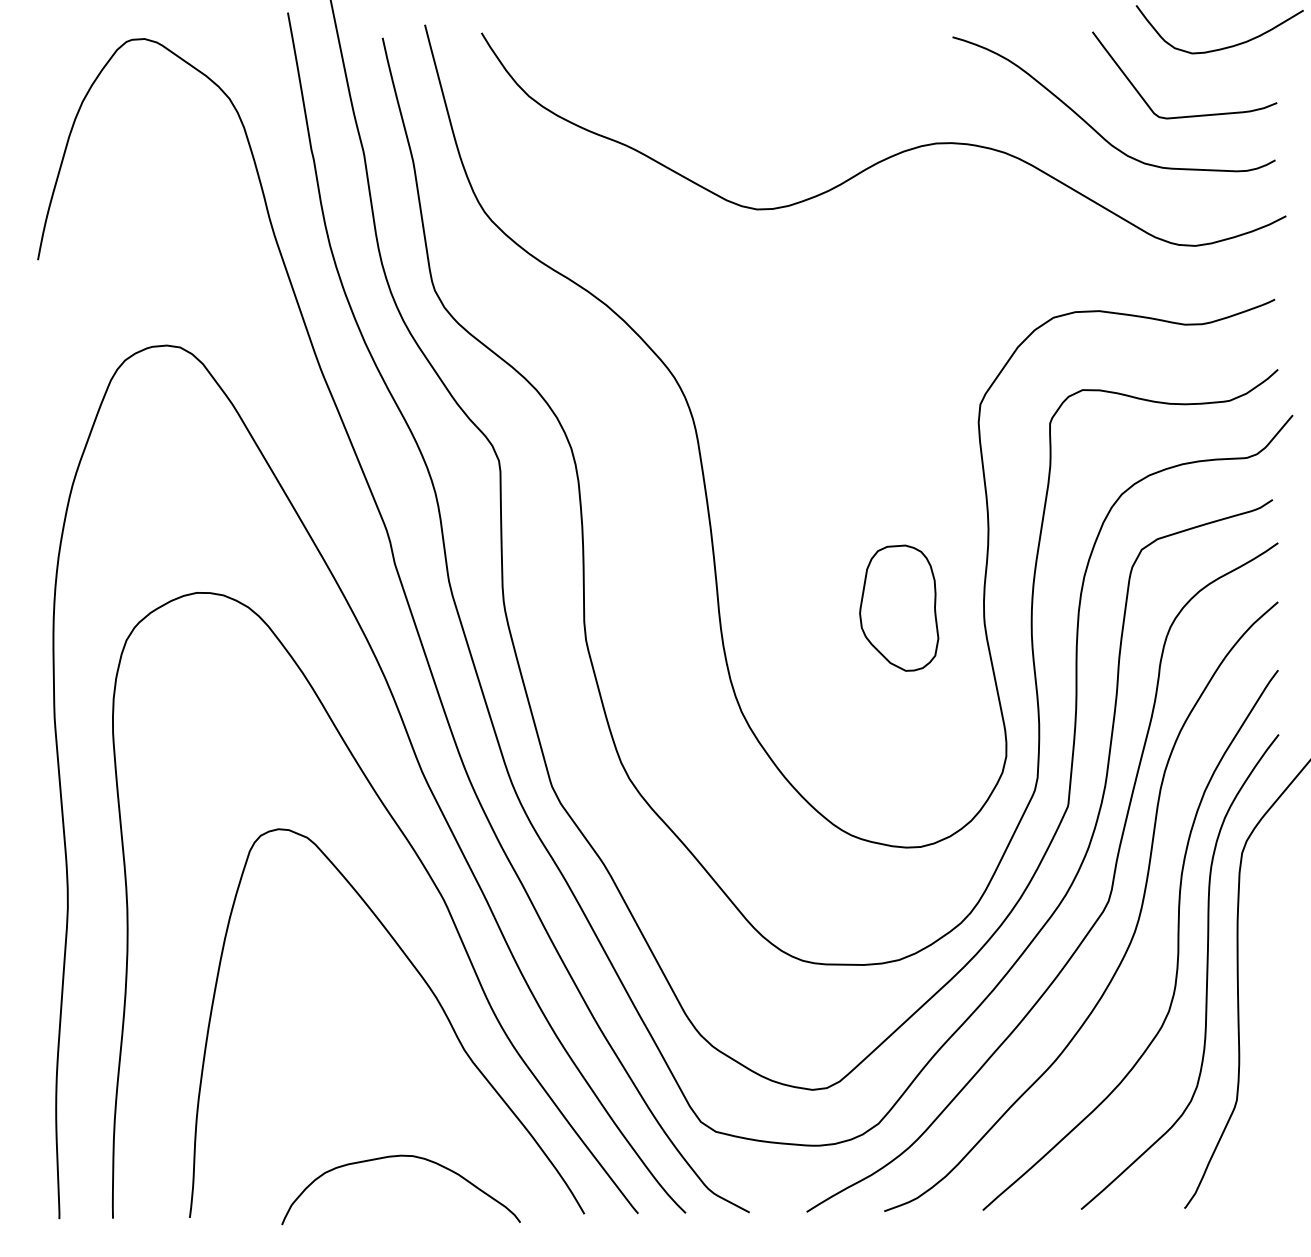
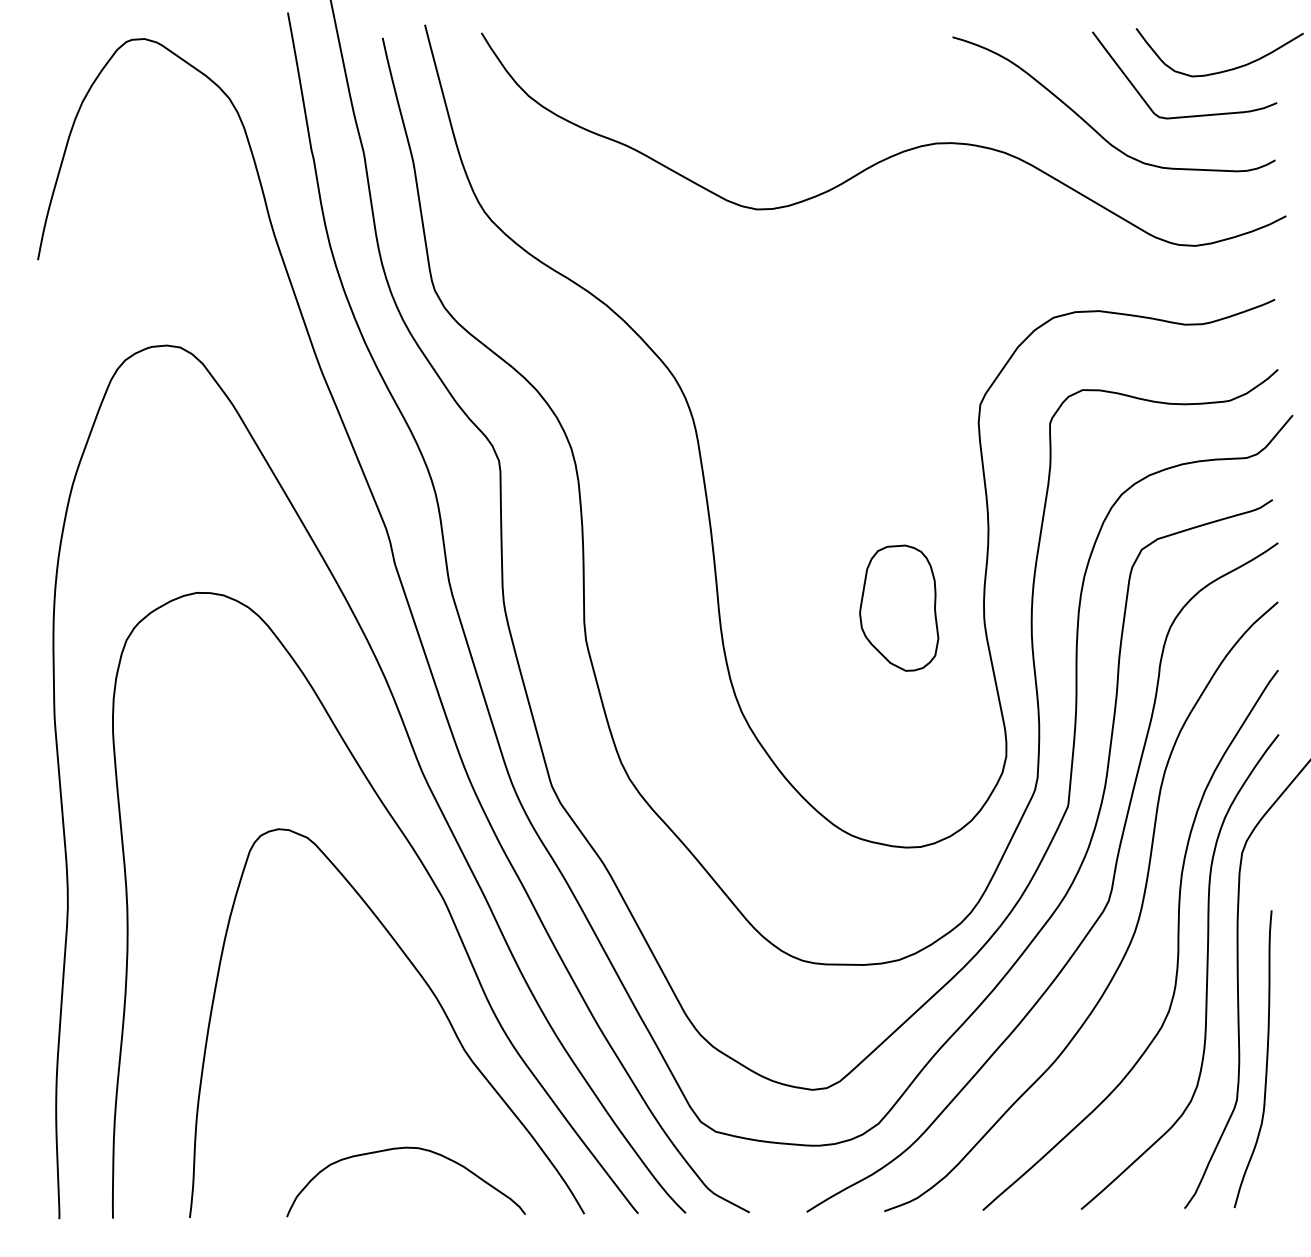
curve at (1223, 47) position: (1223, 47) -> (1223, 70)
curve at (1266, 1059): none -> present
curve at (394, 1157) position: (394, 1157) -> (399, 1149)
